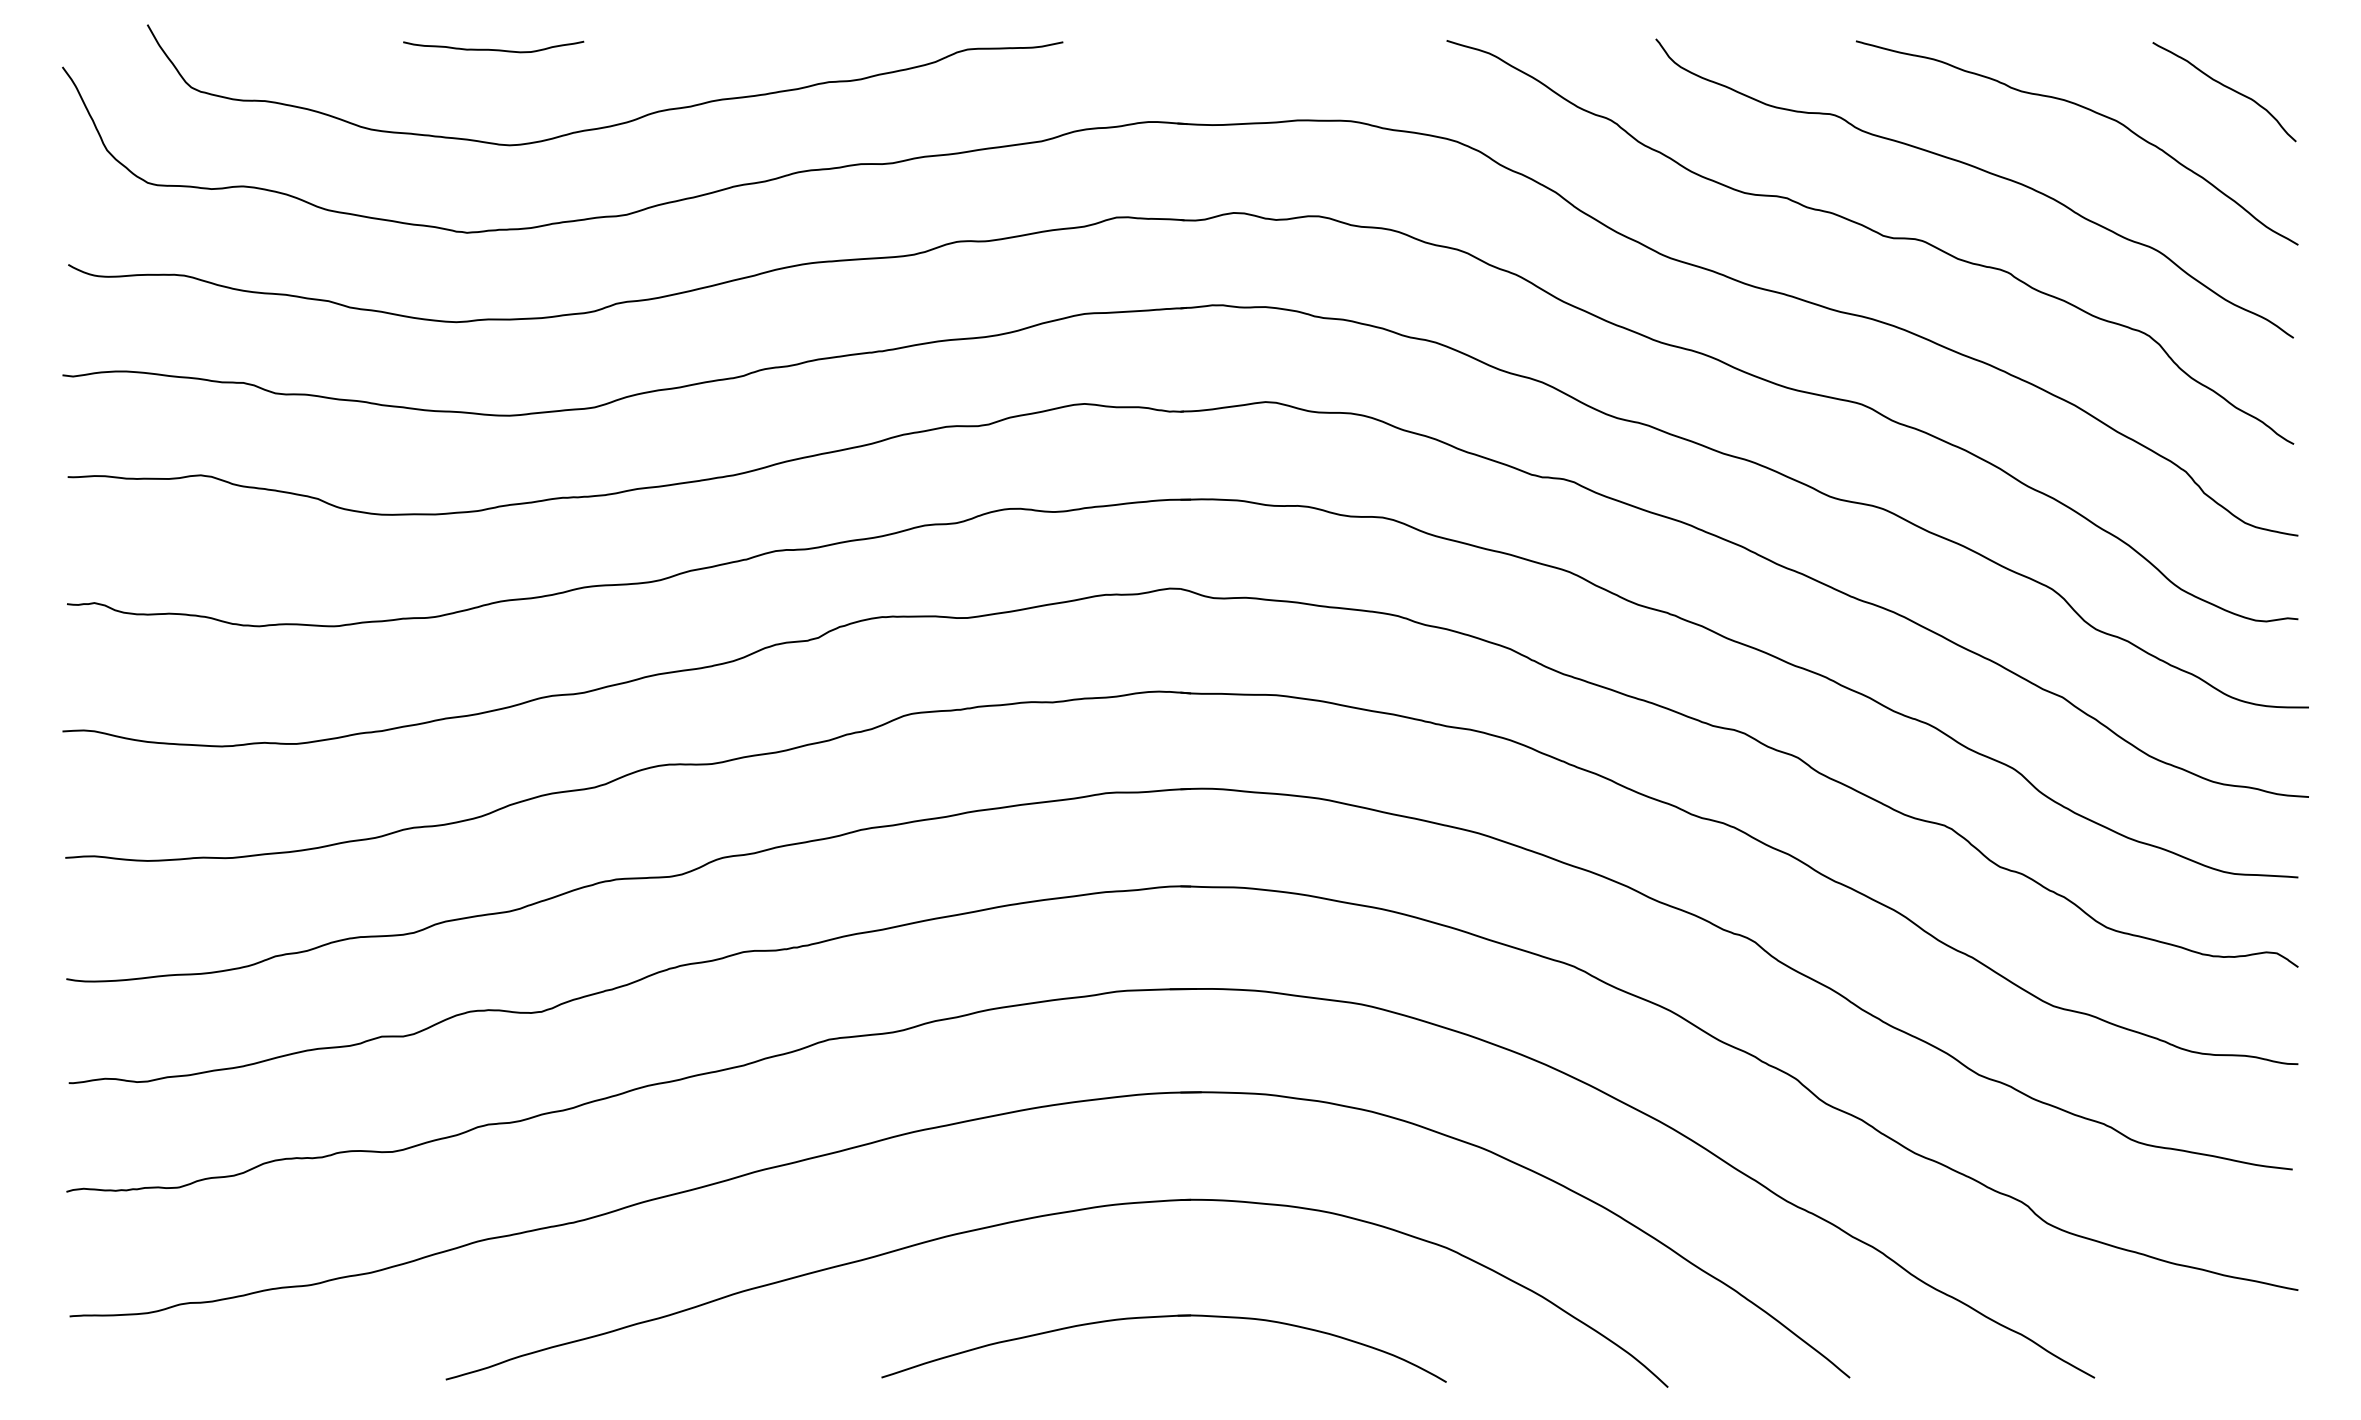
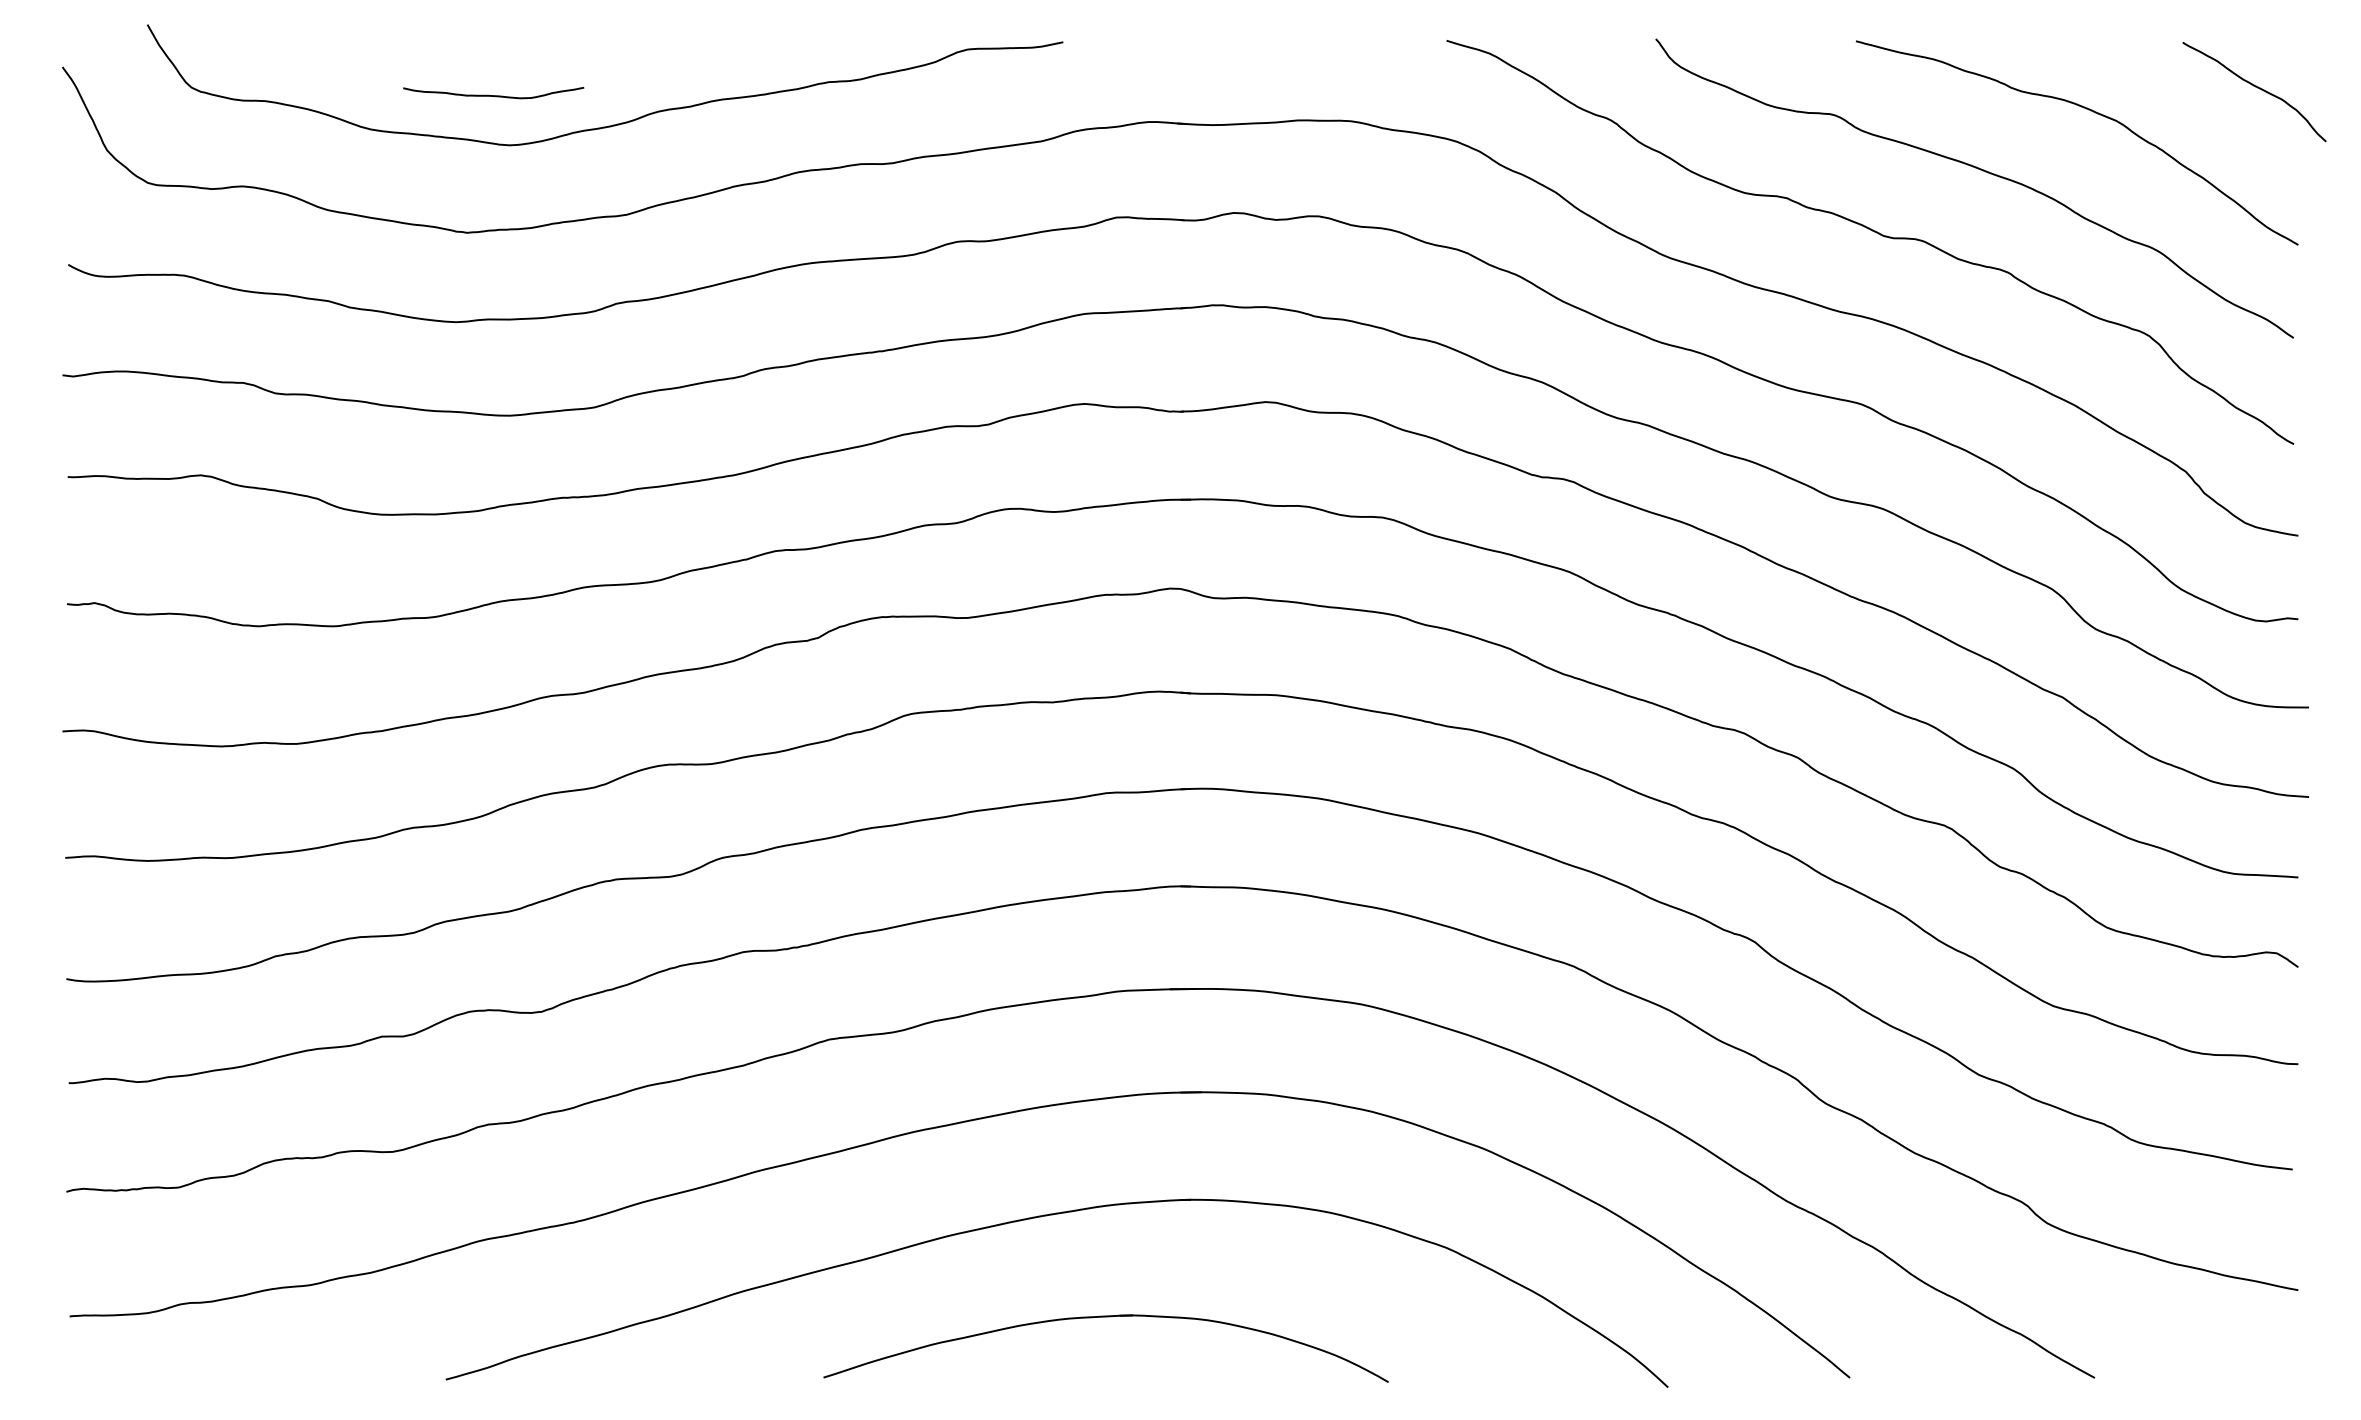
curve at (493, 49) position: (493, 49) -> (493, 95)
curve at (2227, 88) position: (2227, 88) -> (2257, 88)
part at (1163, 1317) position: (1163, 1317) -> (1105, 1317)
